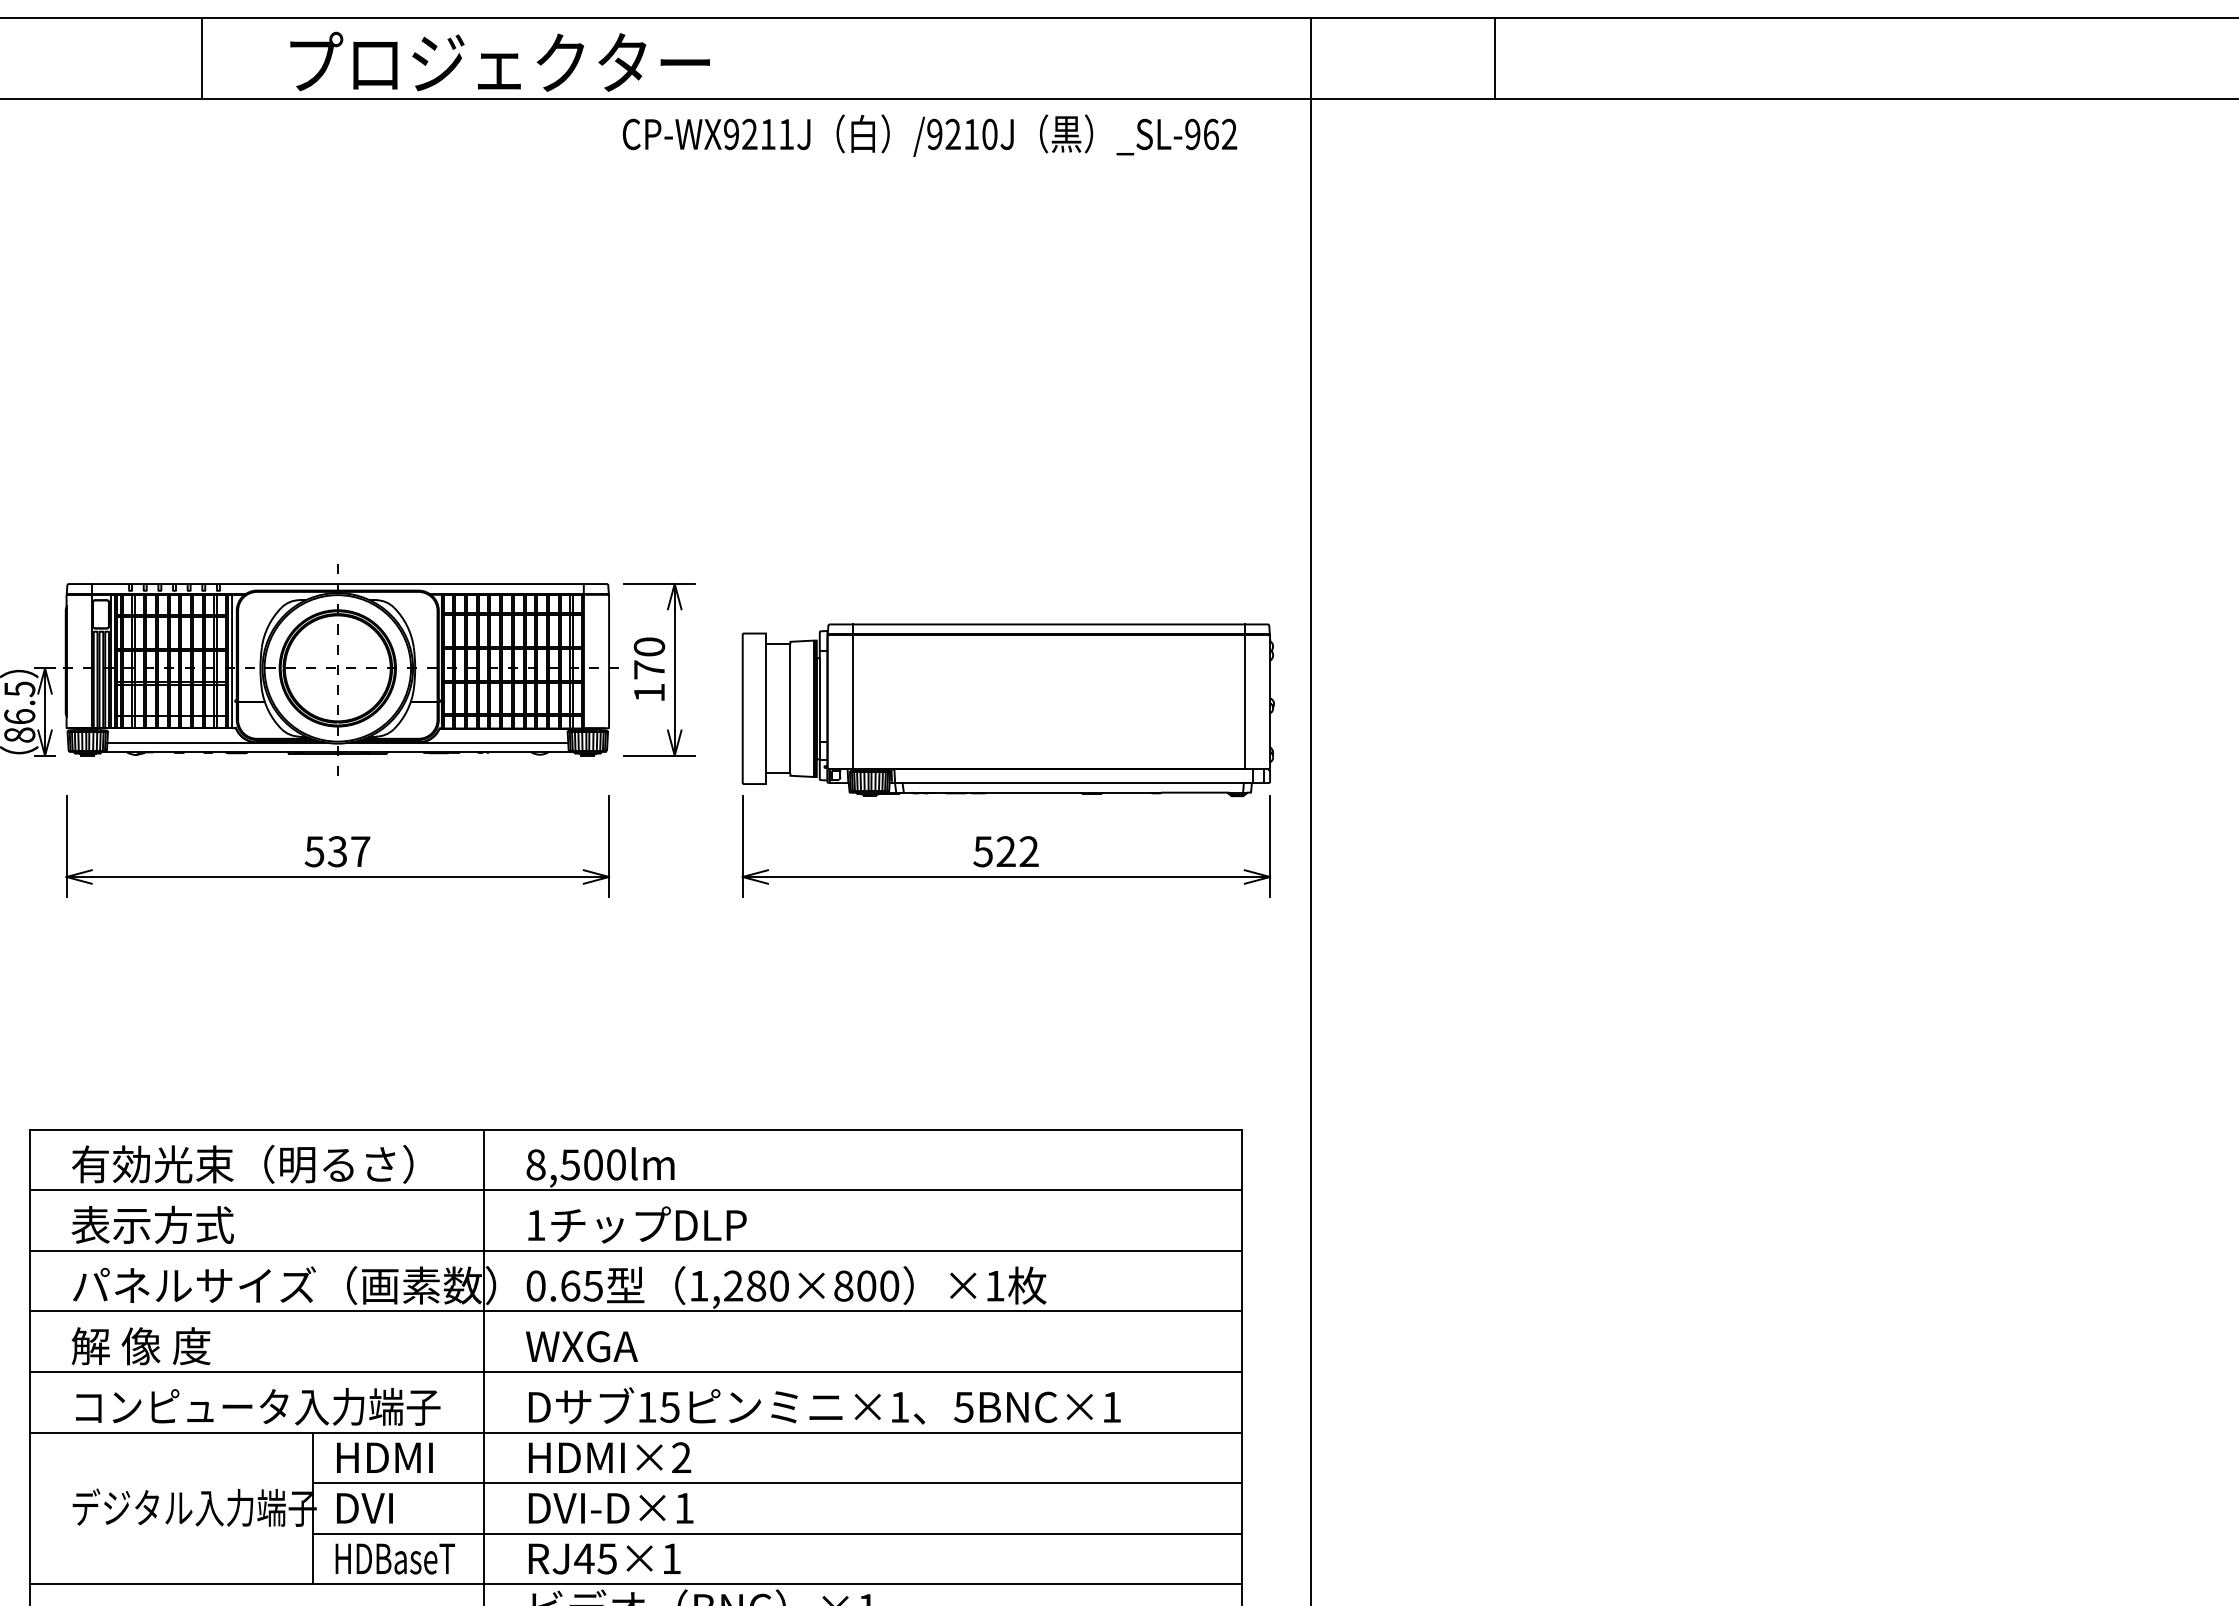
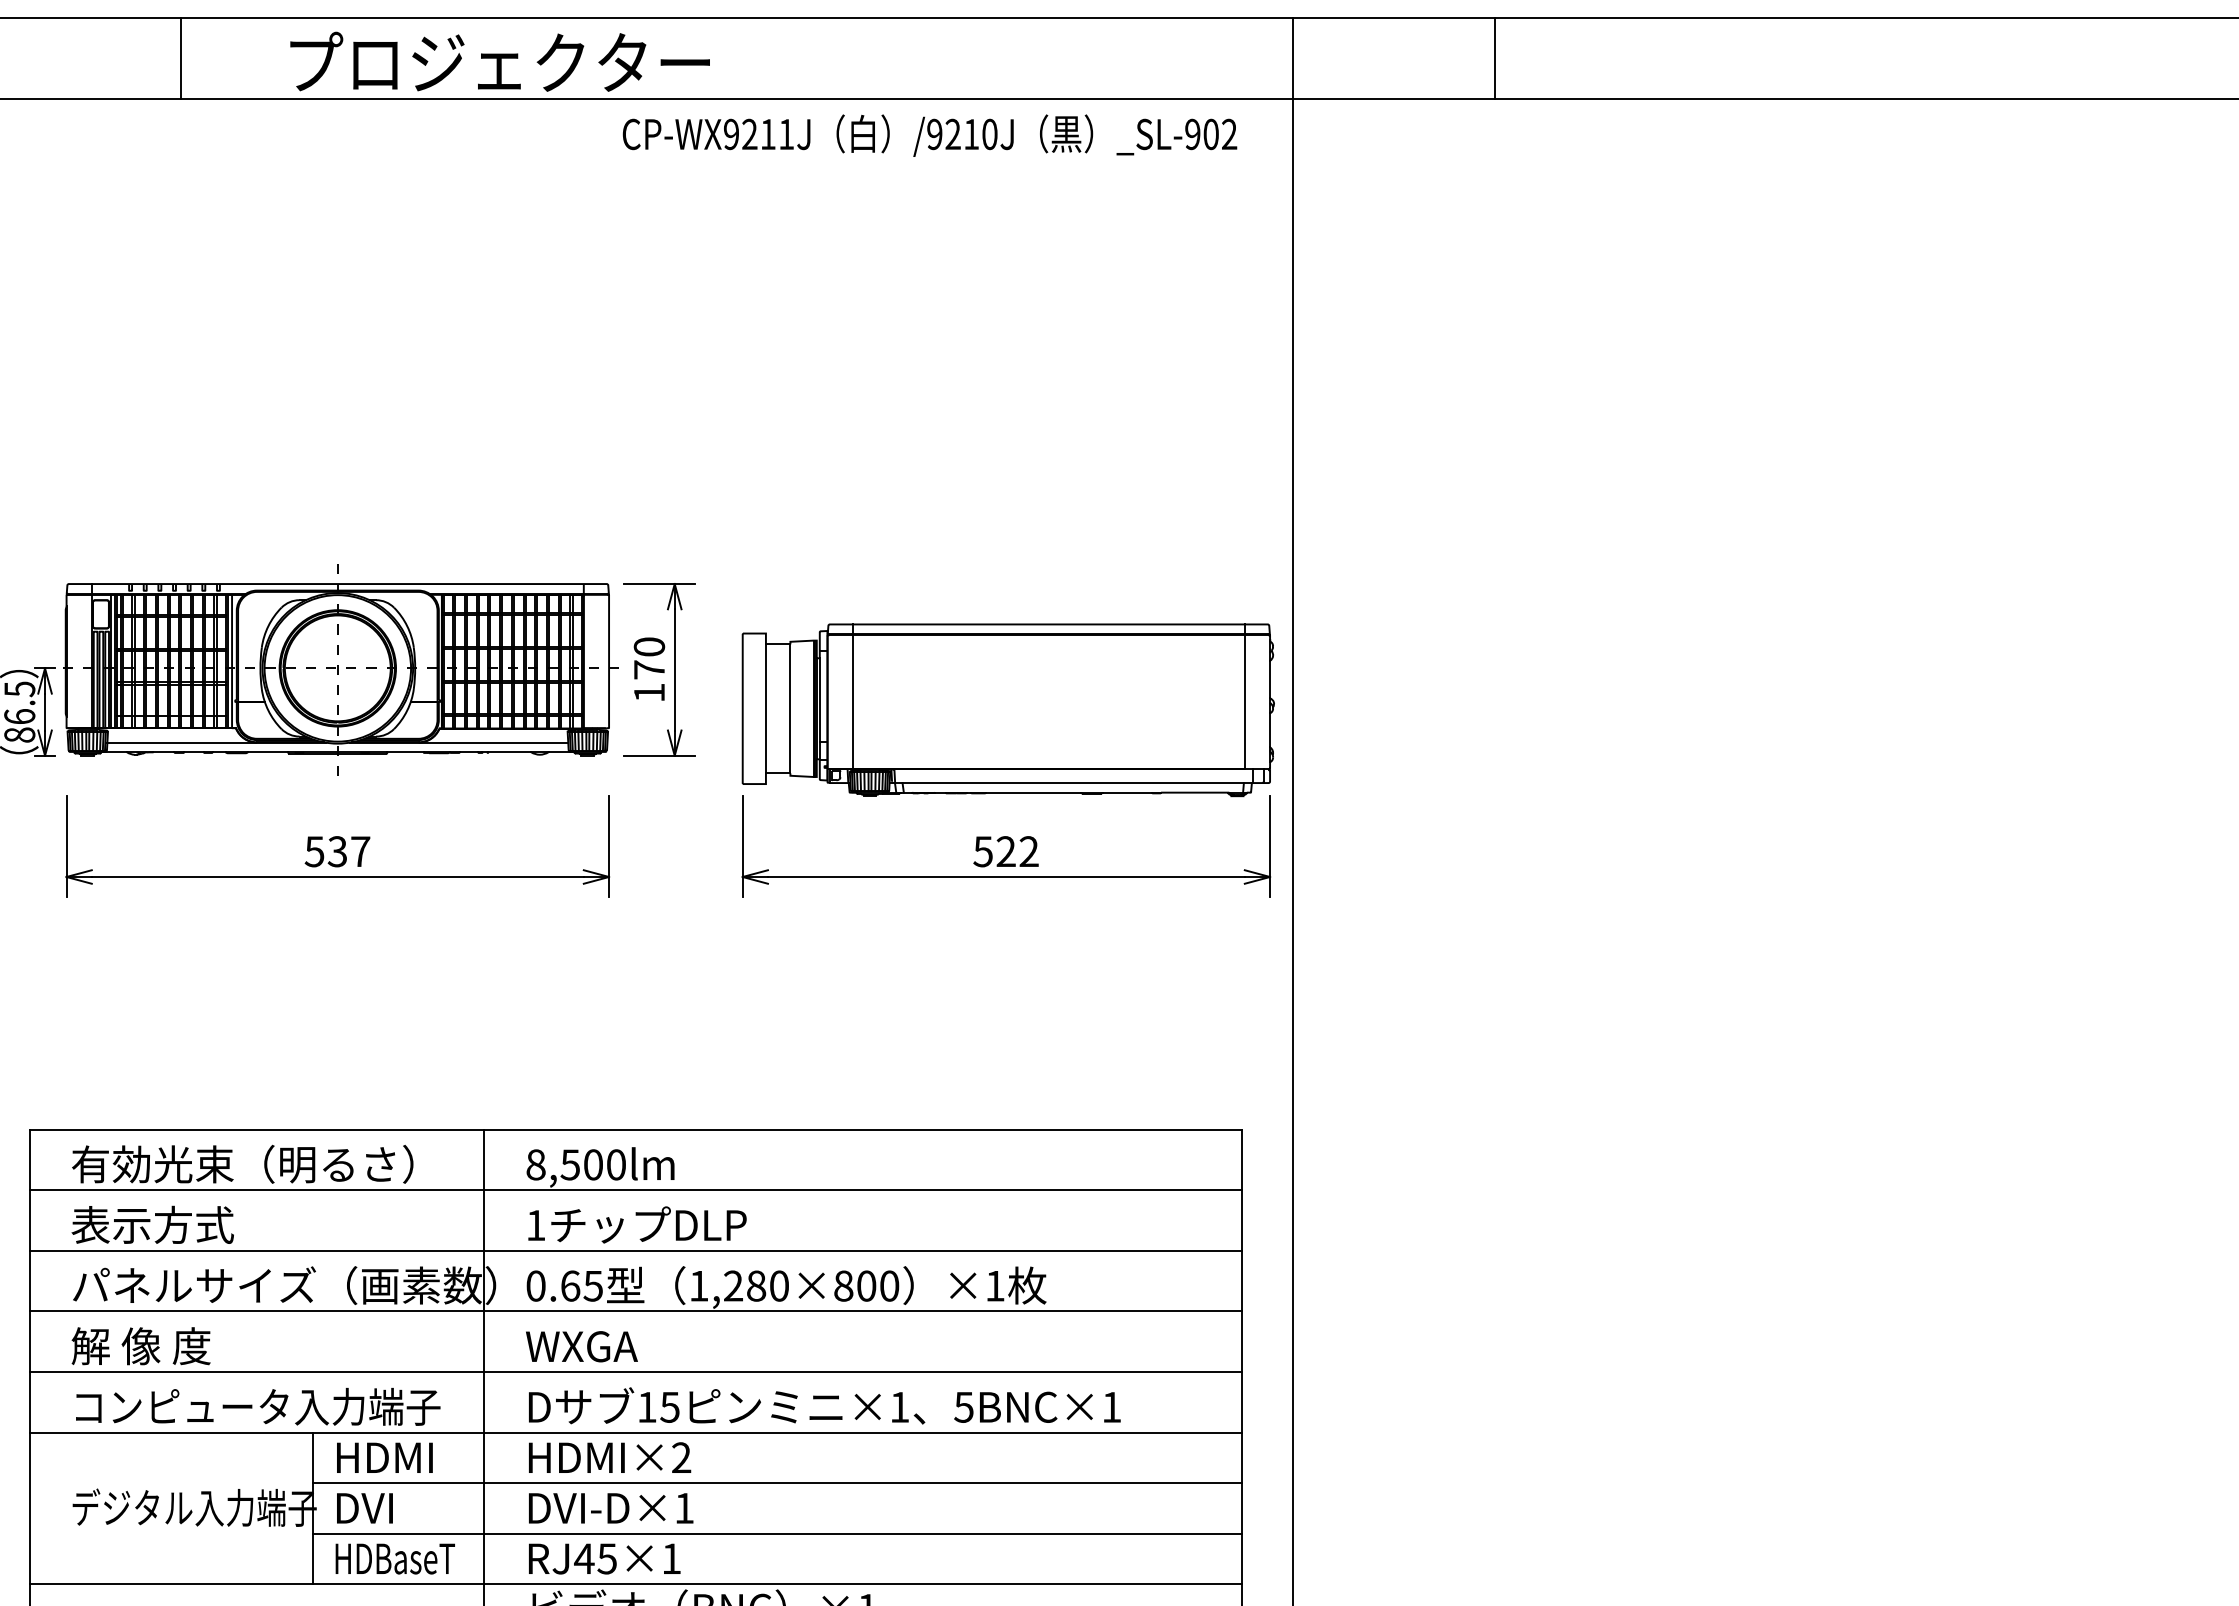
line at (202, 58) position: (202, 58) -> (181, 58)
text at (1210, 133): _SL-962 -> _SL-902
line at (1310, 810) position: (1310, 810) -> (1292, 810)
